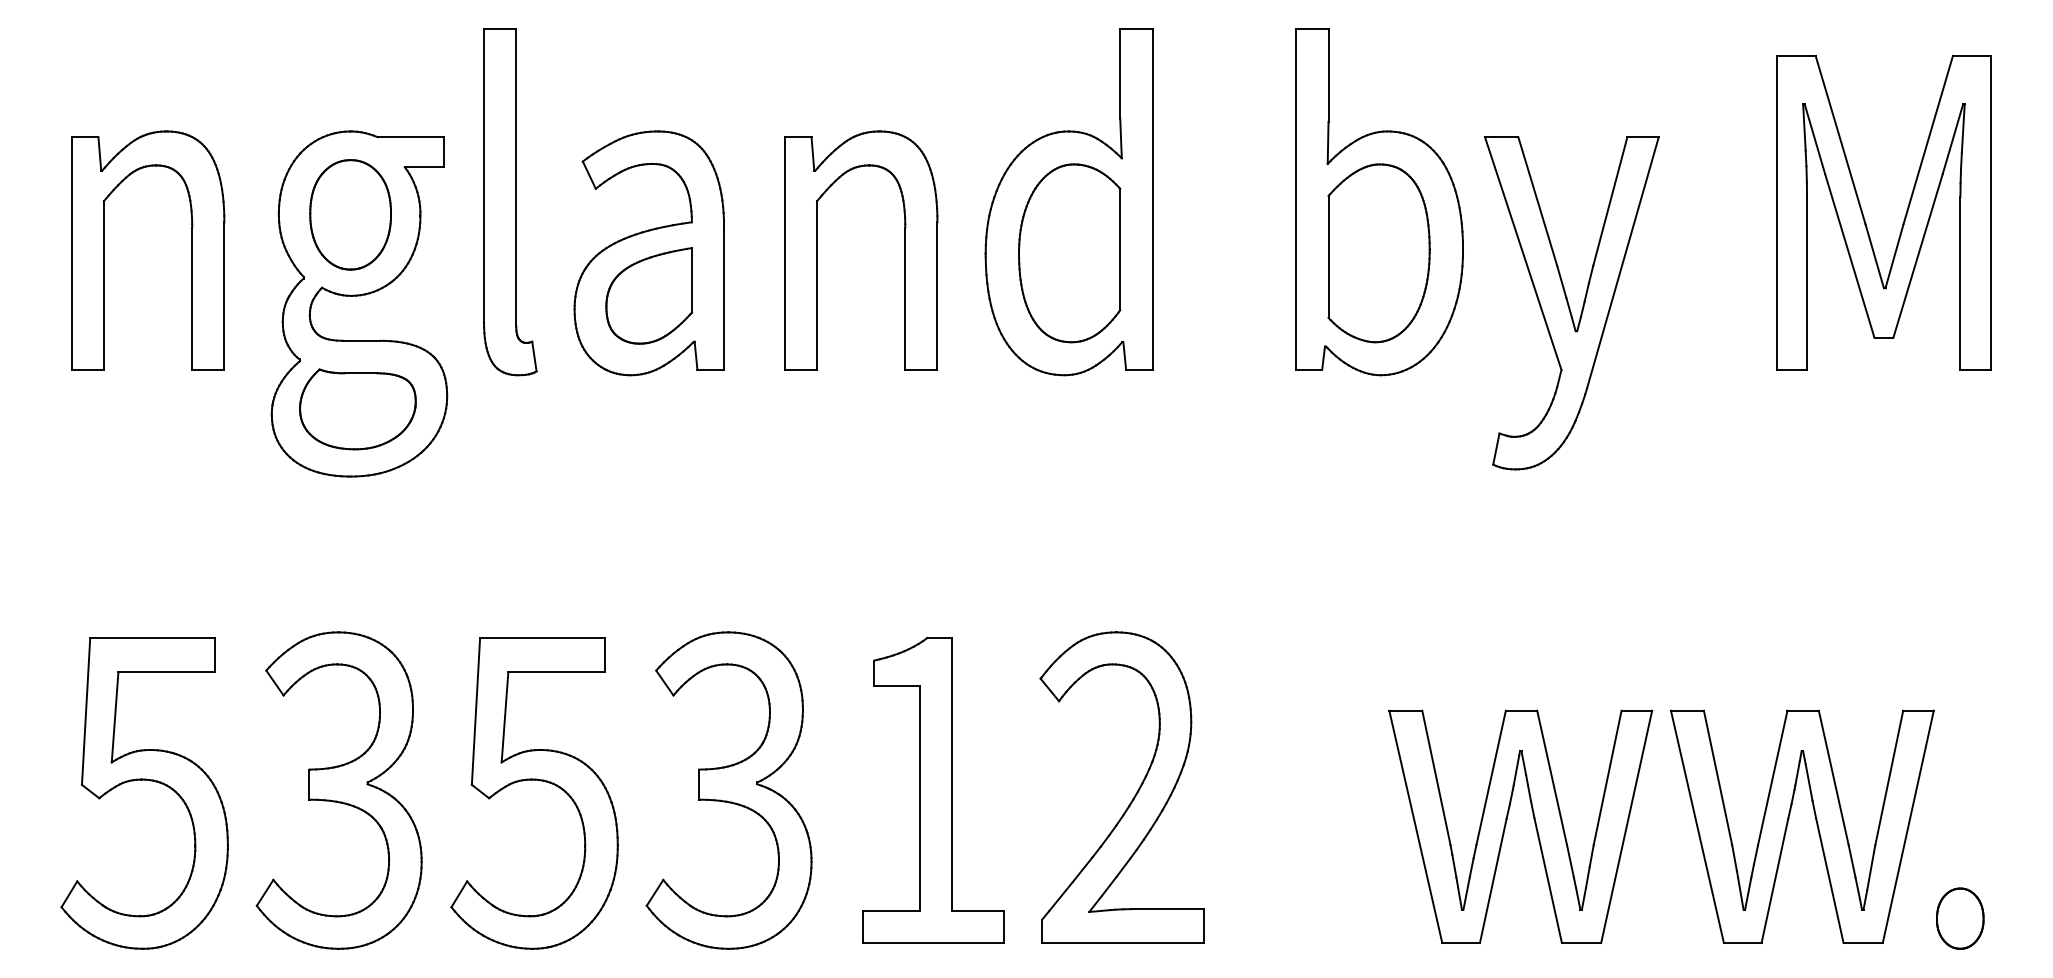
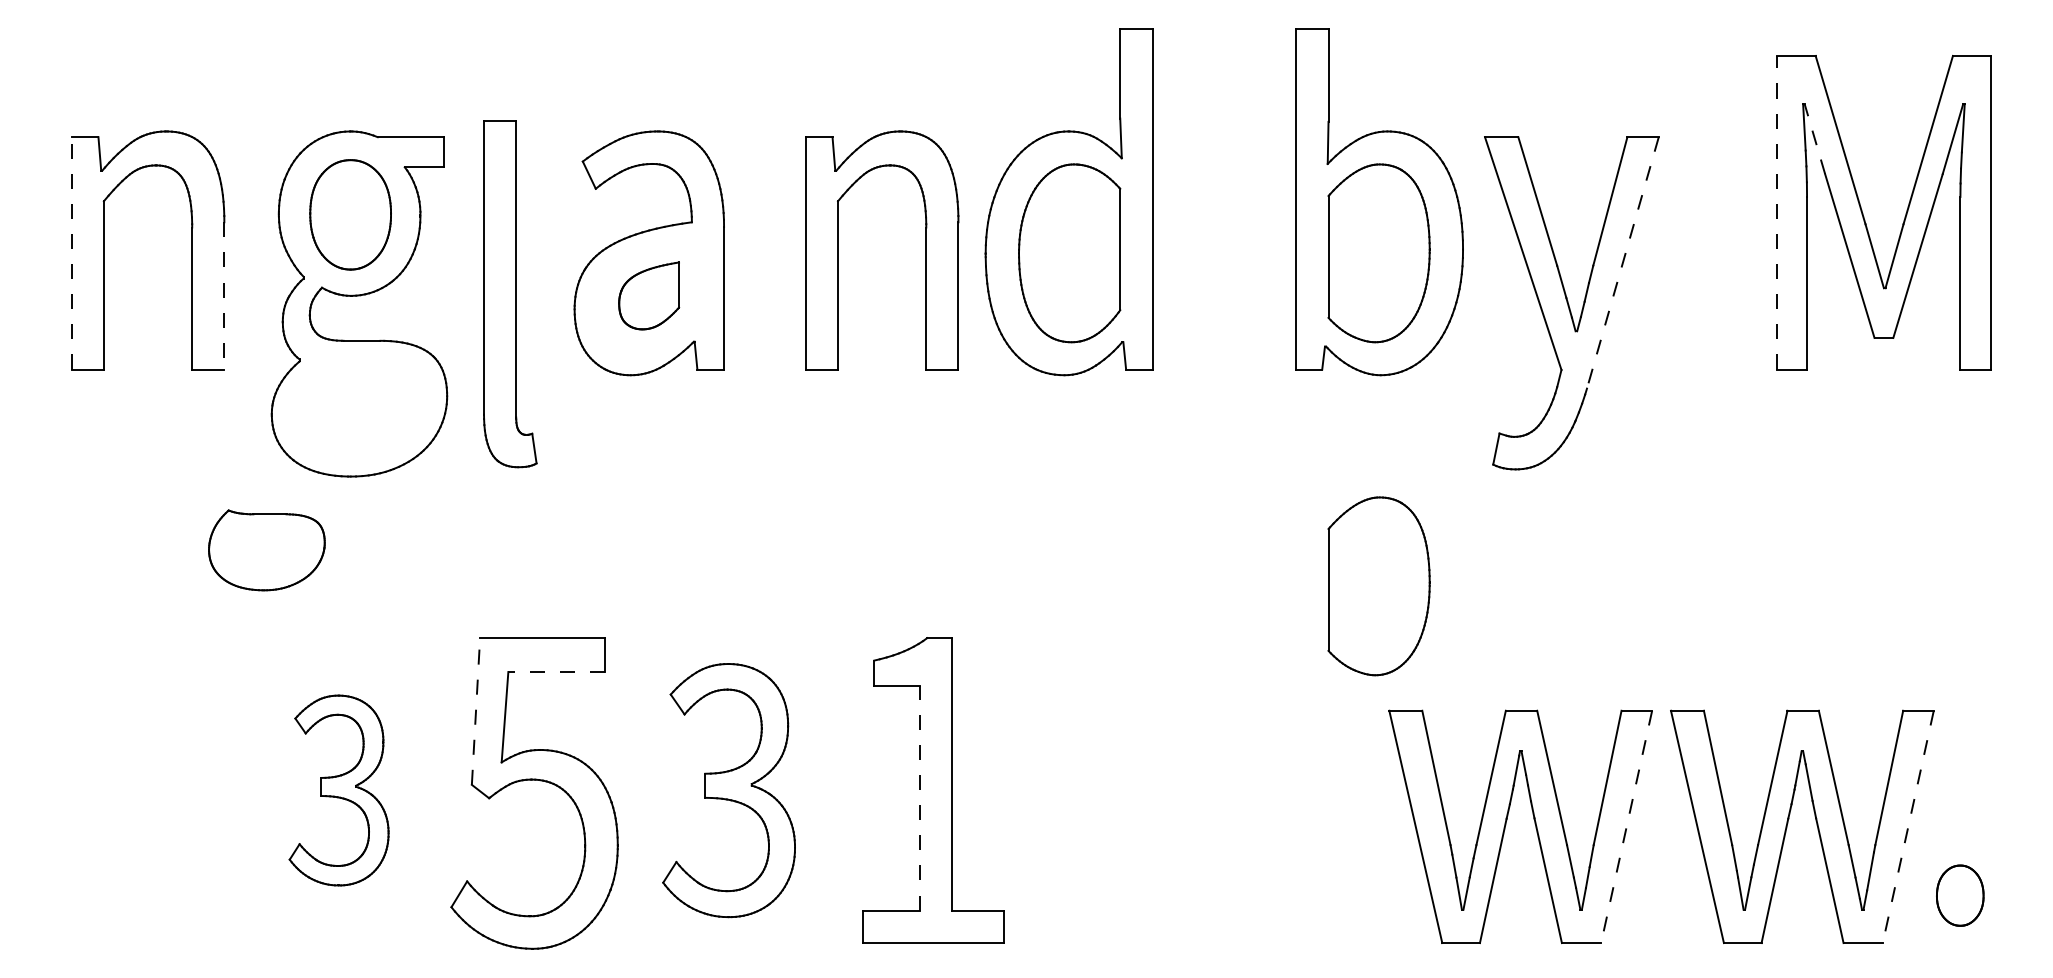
line at (1814, 138): solid -> dashed
part at (510, 202) position: (510, 202) -> (510, 294)
line at (1776, 212): solid -> dashed
part at (904, 250) position: (904, 250) -> (925, 250)
line at (71, 252): solid -> dashed
line at (1622, 262): solid -> dashed
line at (224, 295): solid -> dashed
part at (648, 295) size: 88x98 px -> 63x70 px
part at (357, 409) position: (357, 409) -> (266, 550)
part at (1378, 586): none -> present
line at (556, 672): solid -> dashed
line at (476, 710): solid -> dashed
part at (144, 780): present -> none
part at (338, 790) size: 168x319 px -> 102x193 px
part at (728, 790) size: 168x319 px -> 134x256 px
part at (1135, 793): present -> none
line at (919, 797): solid -> dashed
line at (1626, 826): solid -> dashed
line at (1908, 826): solid -> dashed
part at (1960, 918) position: (1960, 918) -> (1960, 895)
